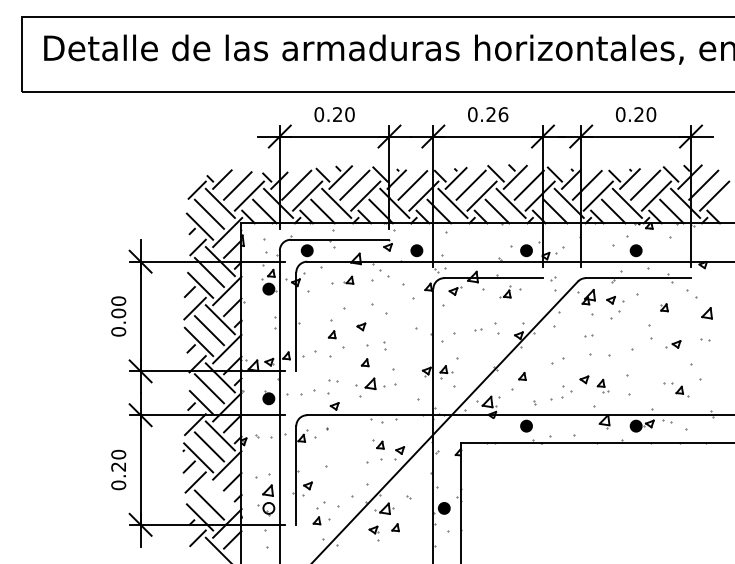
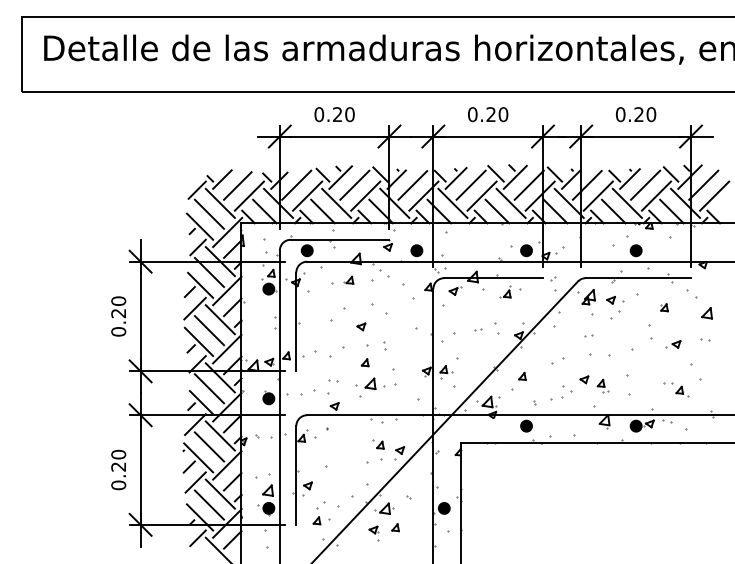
text at (503, 114): 0.26 -> 0.20
text at (118, 313): 0.00 -> 0.20
part at (331, 334): present -> none
line at (219, 493): none -> present
fill at (268, 507): none -> present
